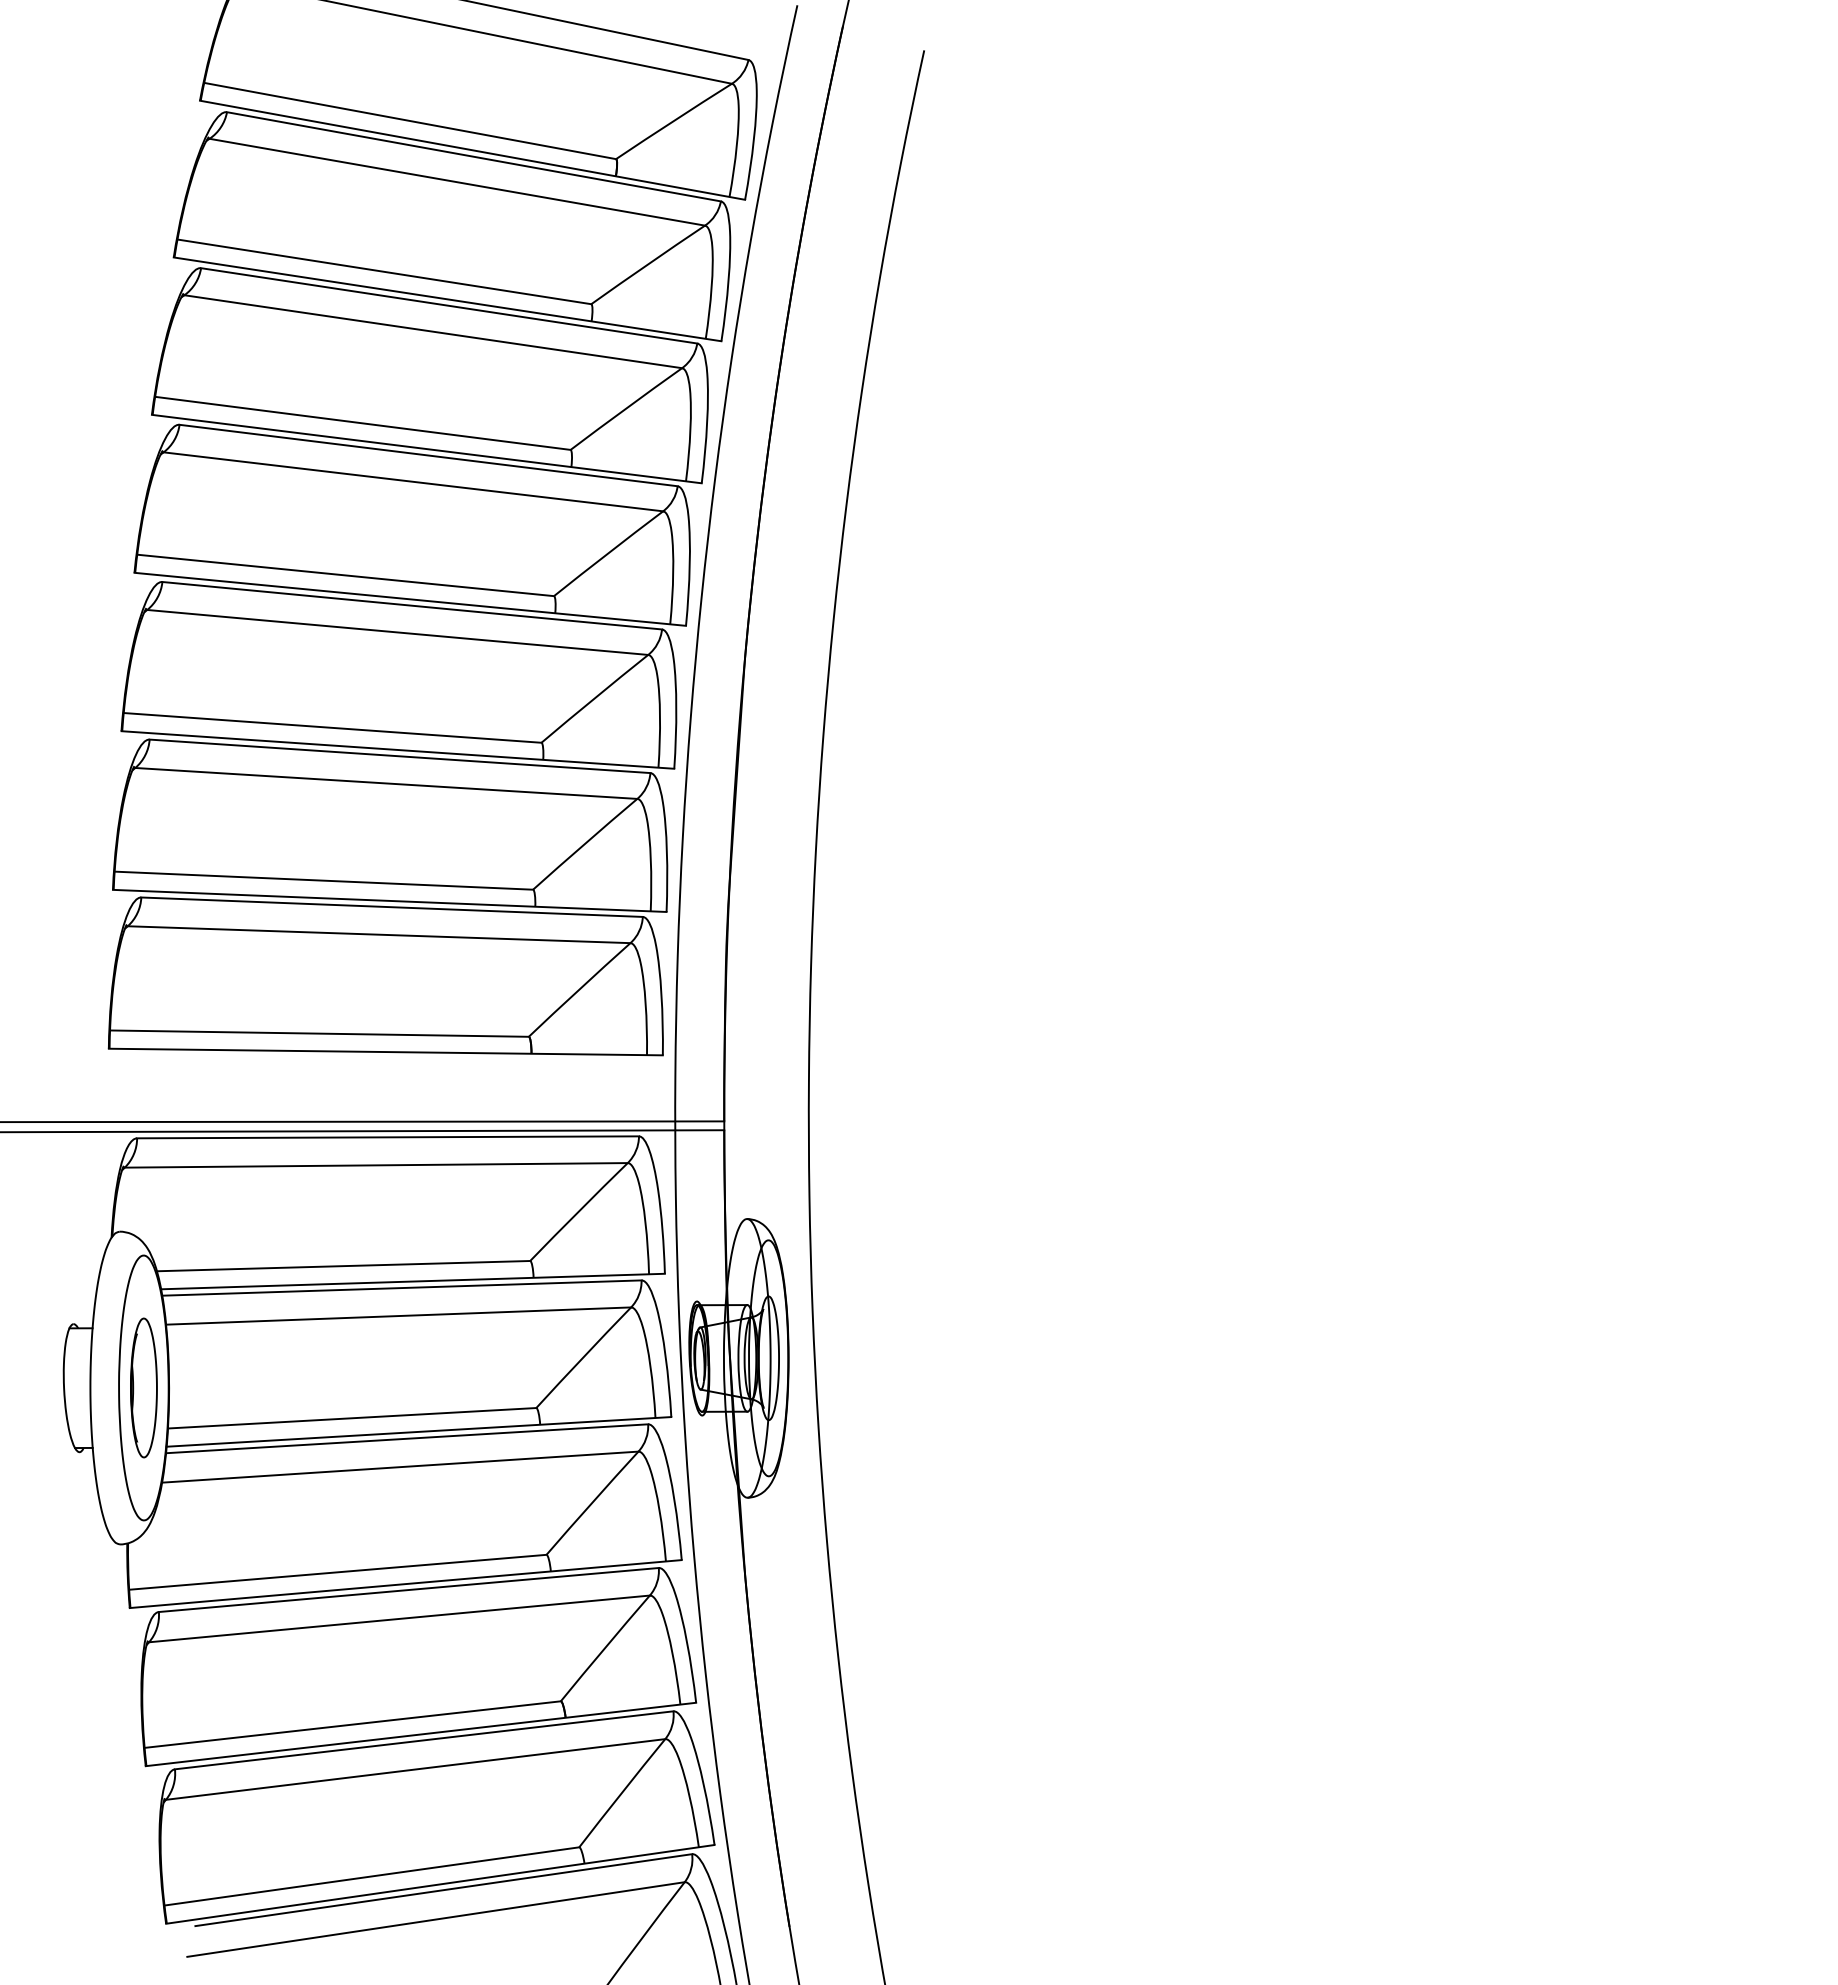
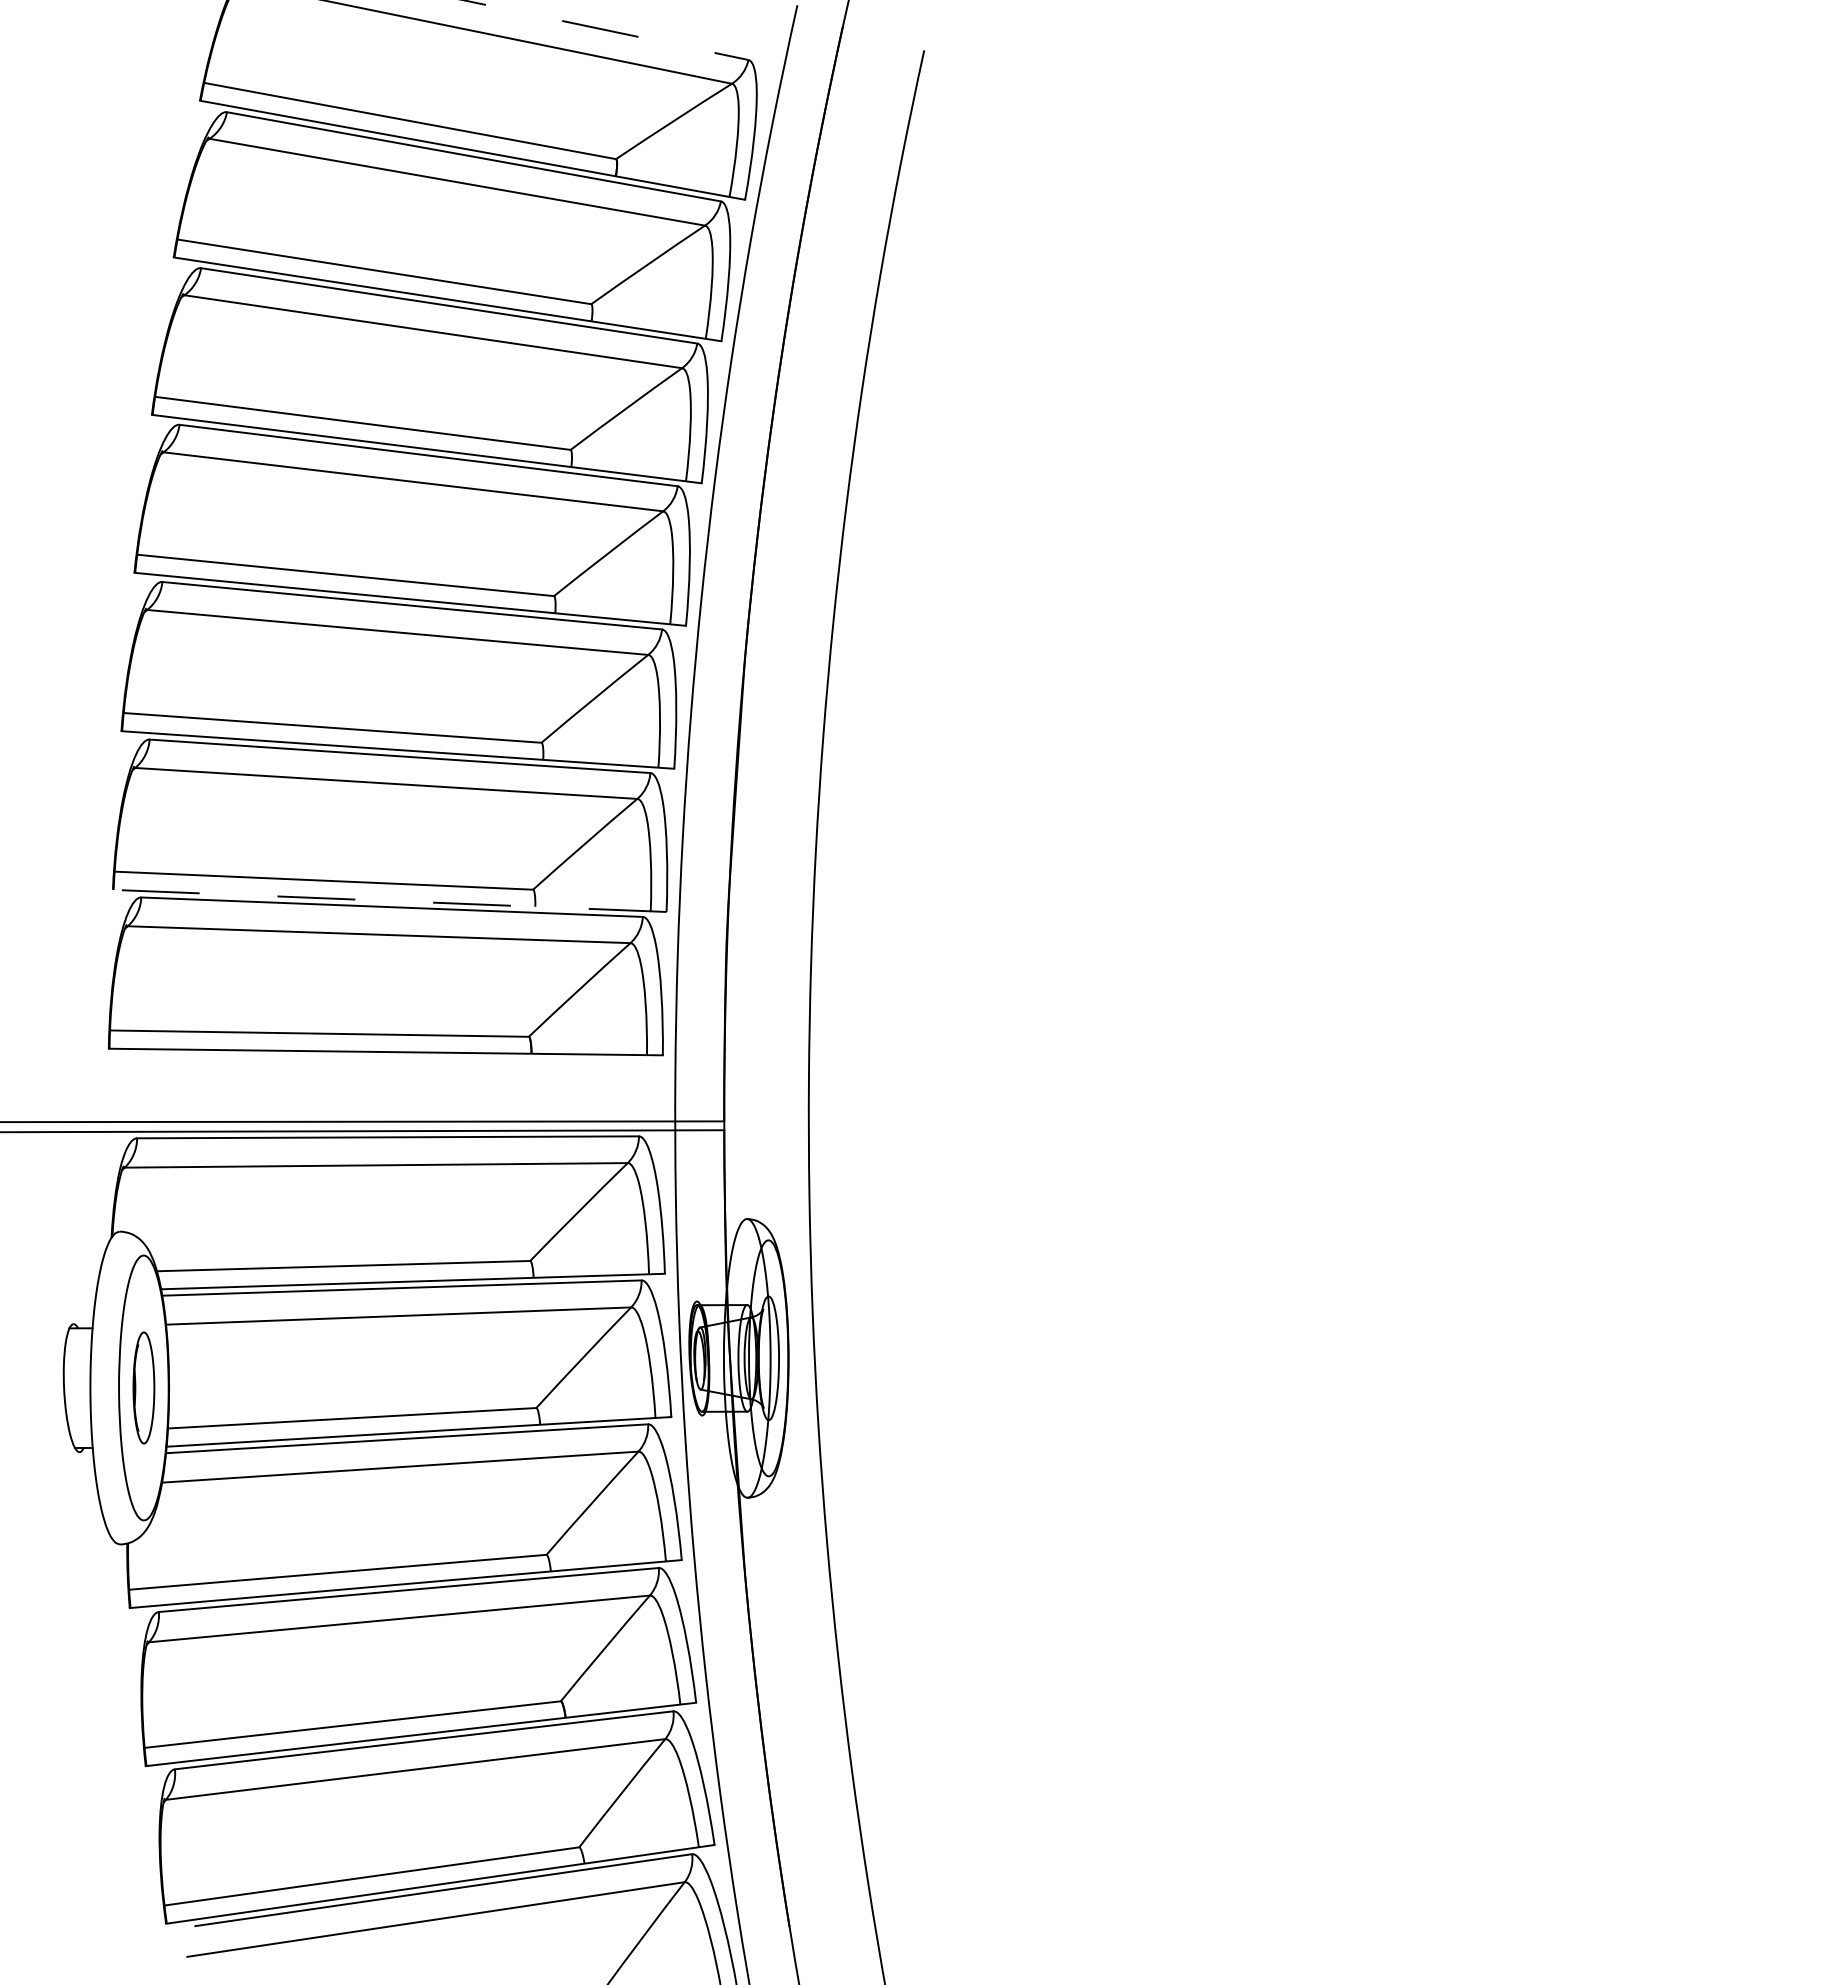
line at (605, 30): solid -> dashed
line at (389, 900): solid -> dashed
part at (143, 1387) size: 28x142 px -> 24x114 px
